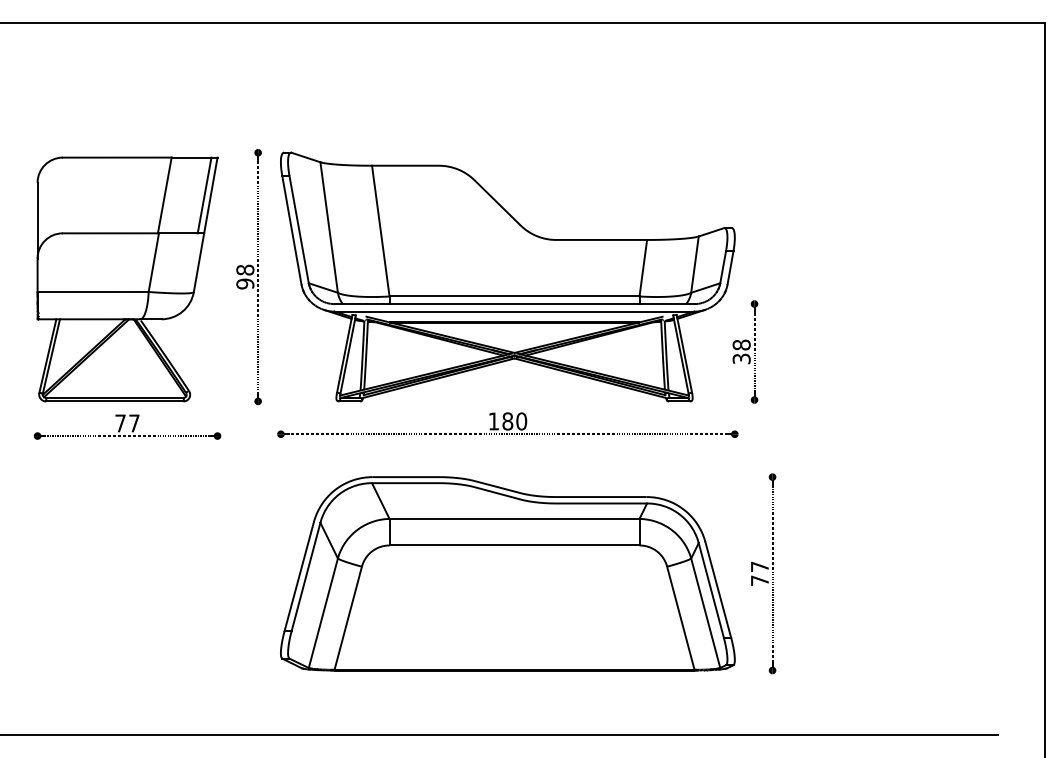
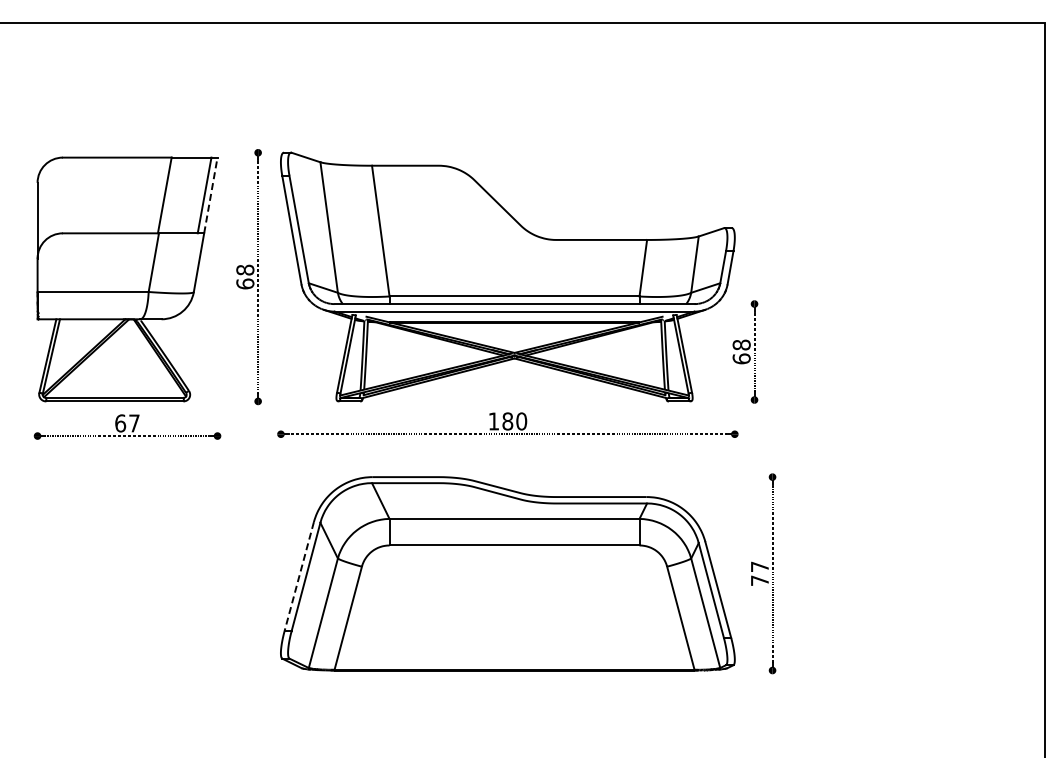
line at (210, 194): solid -> dashed
text at (245, 283): 98 -> 68
text at (741, 358): 38 -> 68
text at (120, 423): 77 -> 67
line at (299, 577): solid -> dashed
line at (499, 735): present -> none
